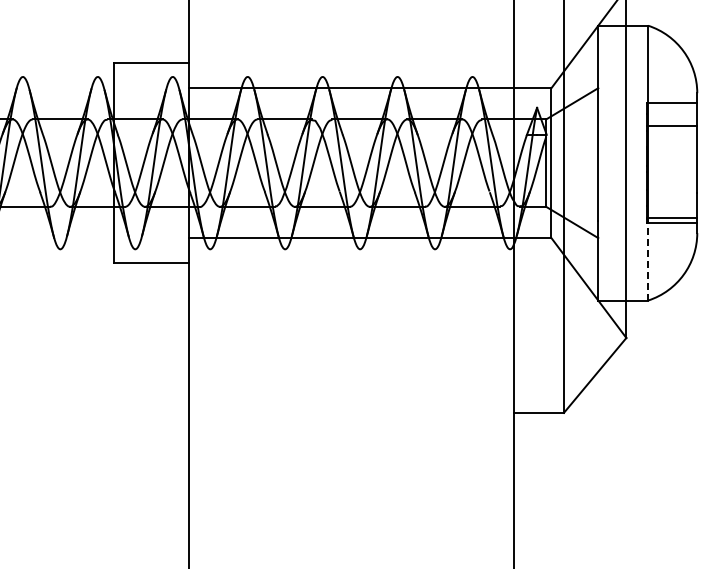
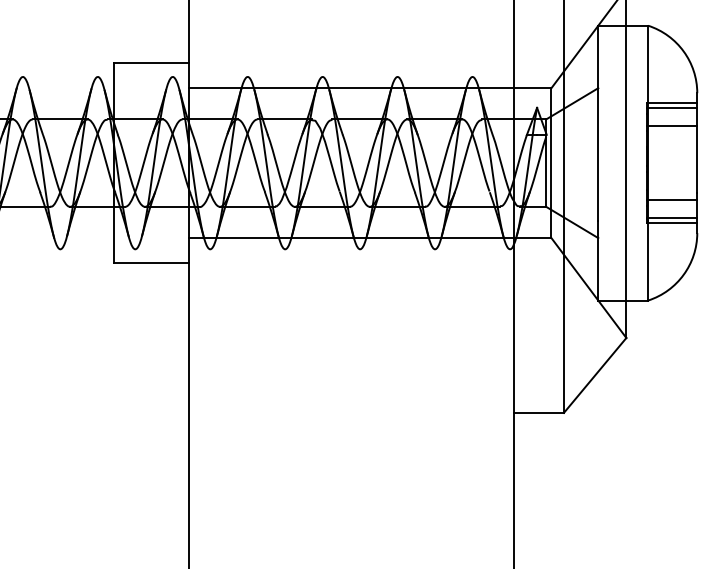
line at (672, 108): none -> present
line at (672, 200): none -> present
line at (648, 260): dashed -> solid
